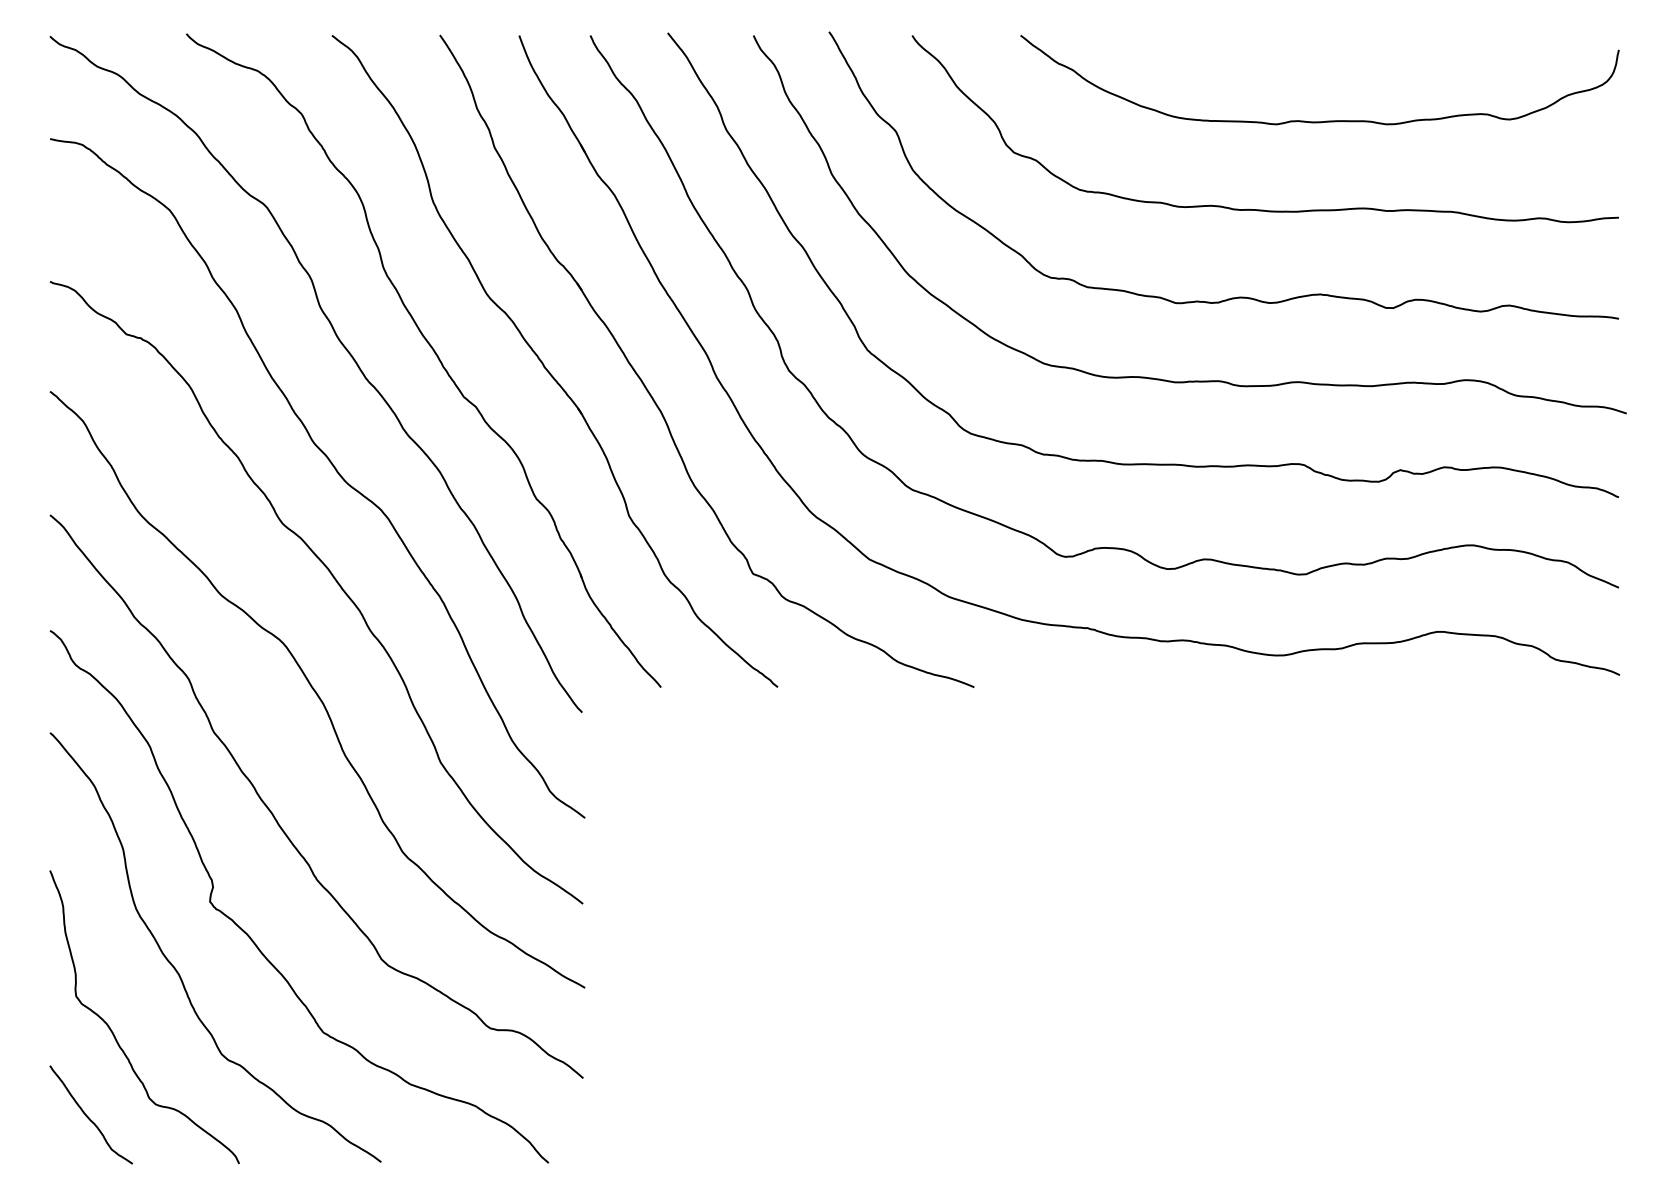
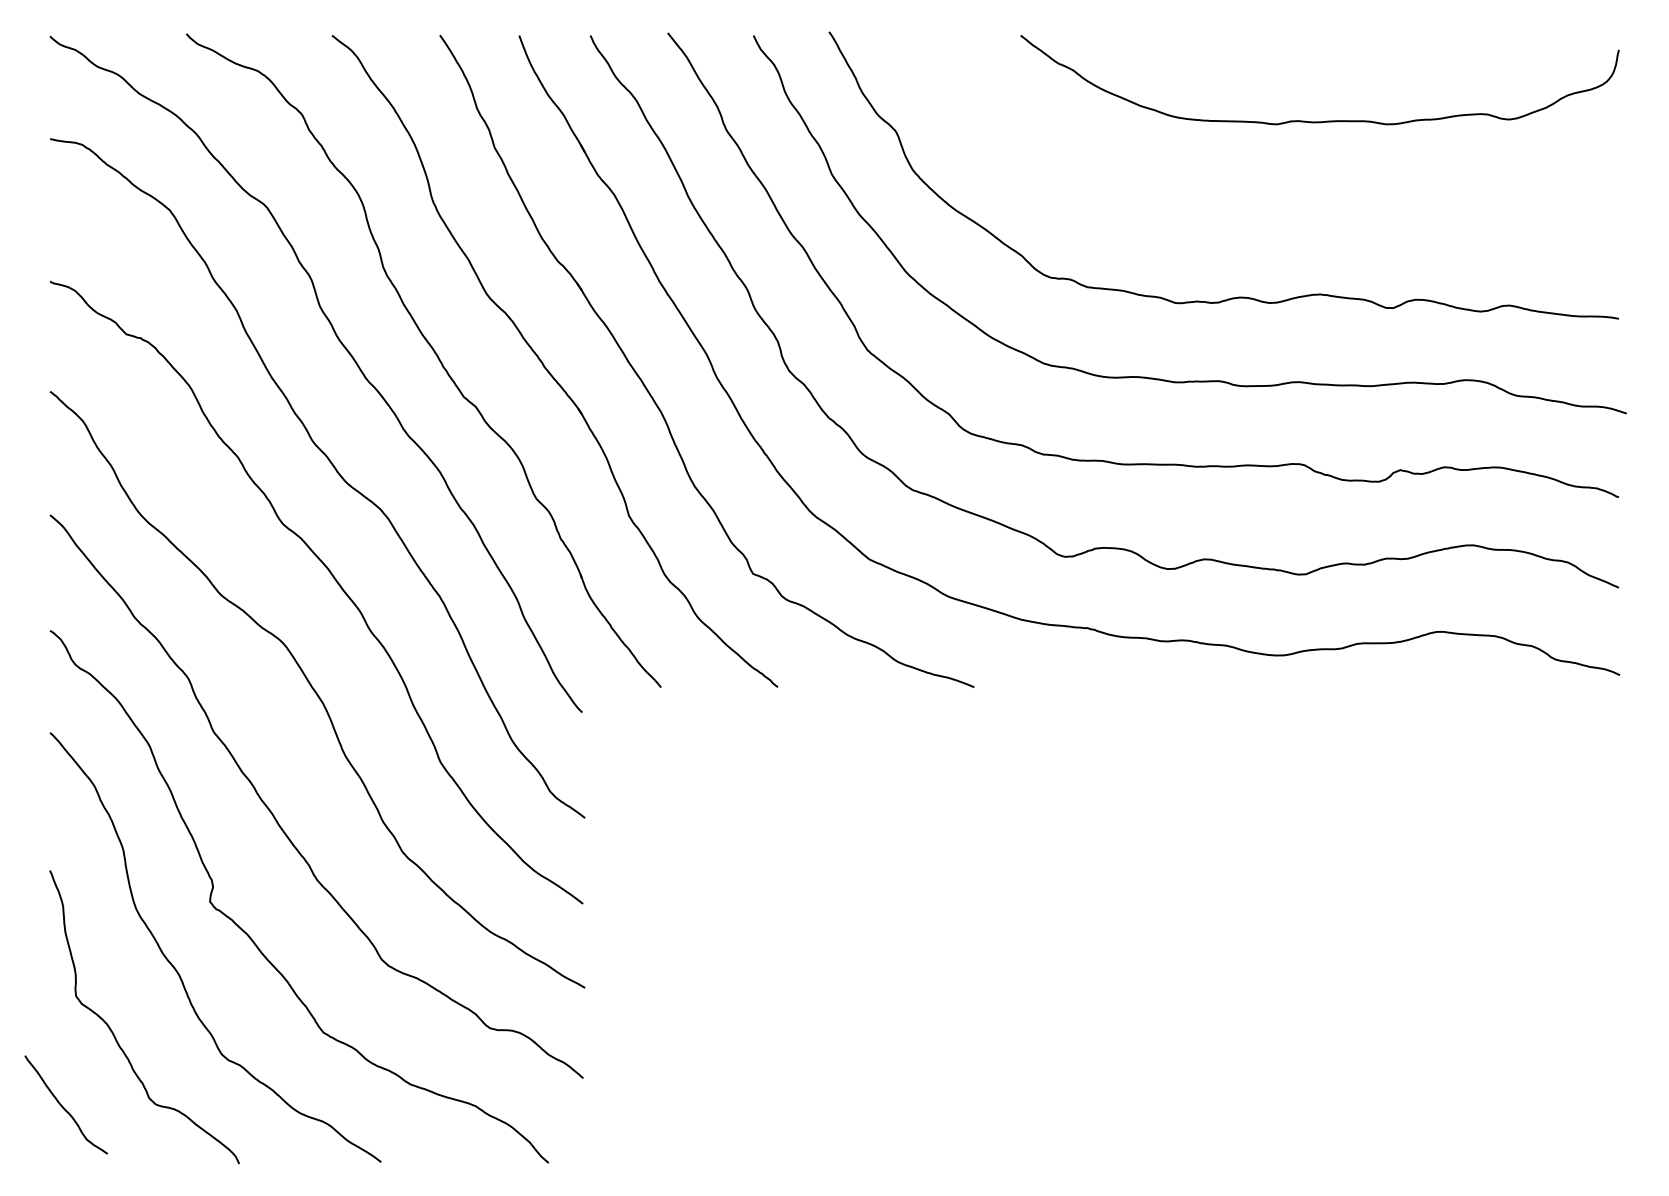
curve at (1263, 209): present -> none
curve at (88, 1116) position: (88, 1116) -> (63, 1106)
